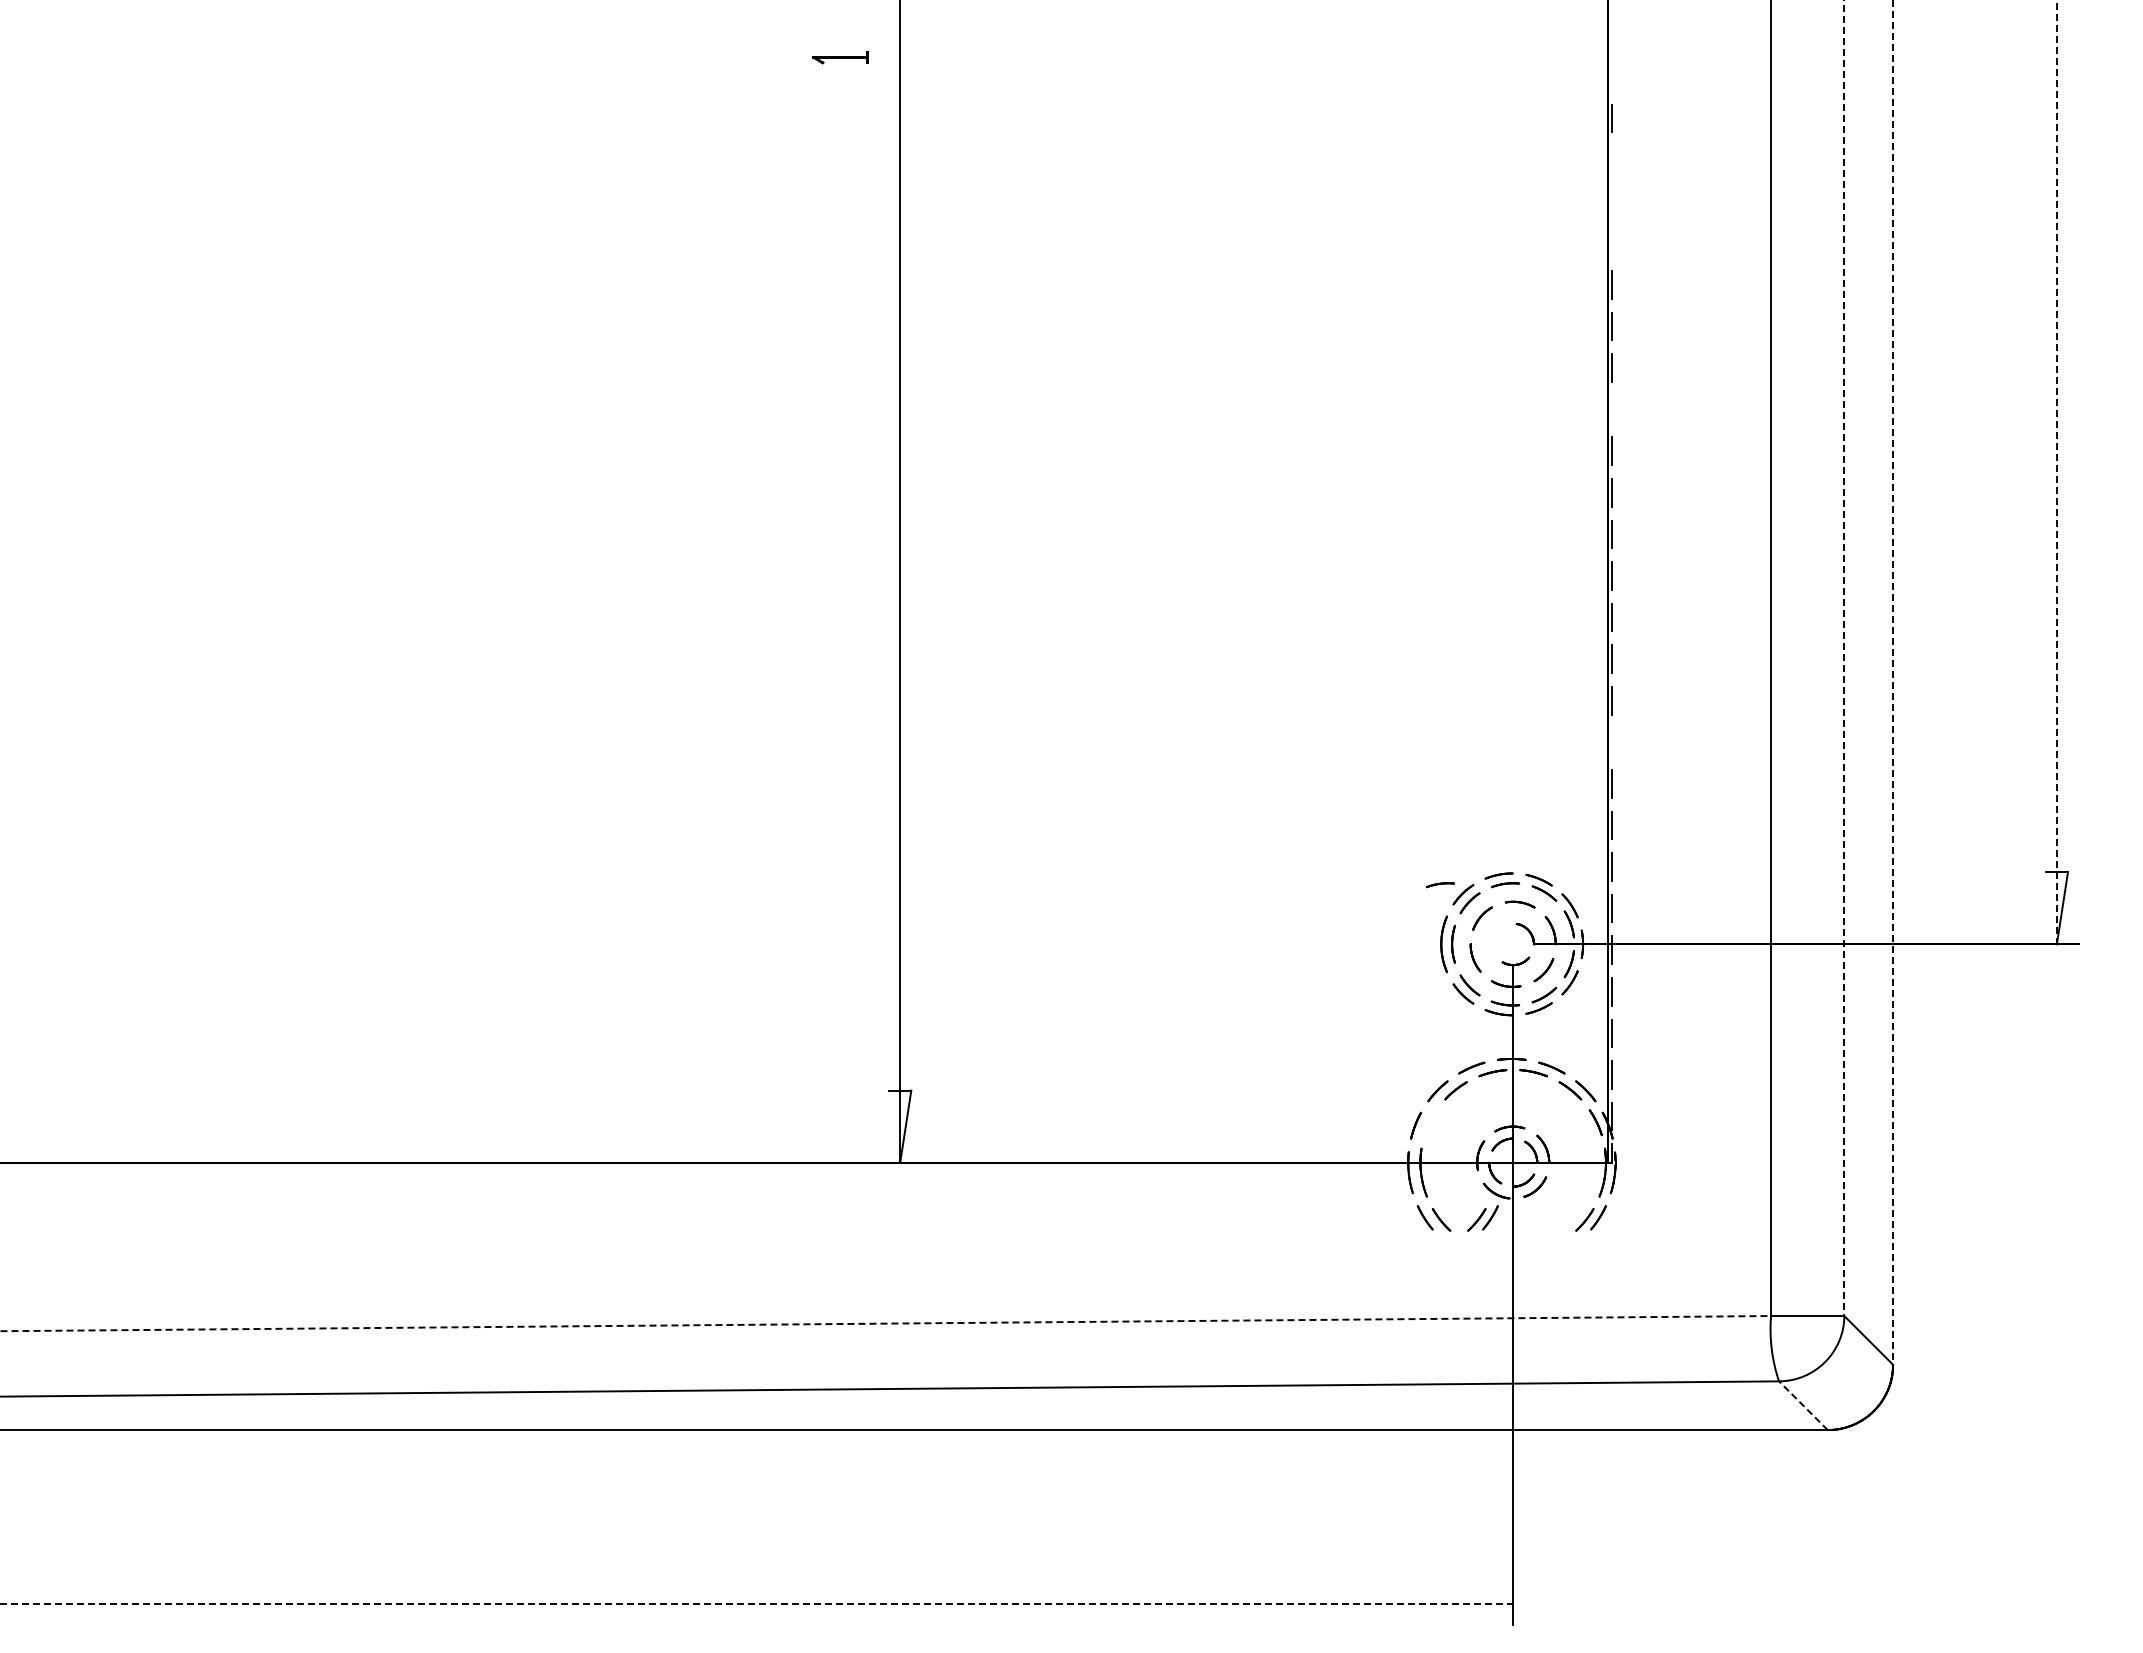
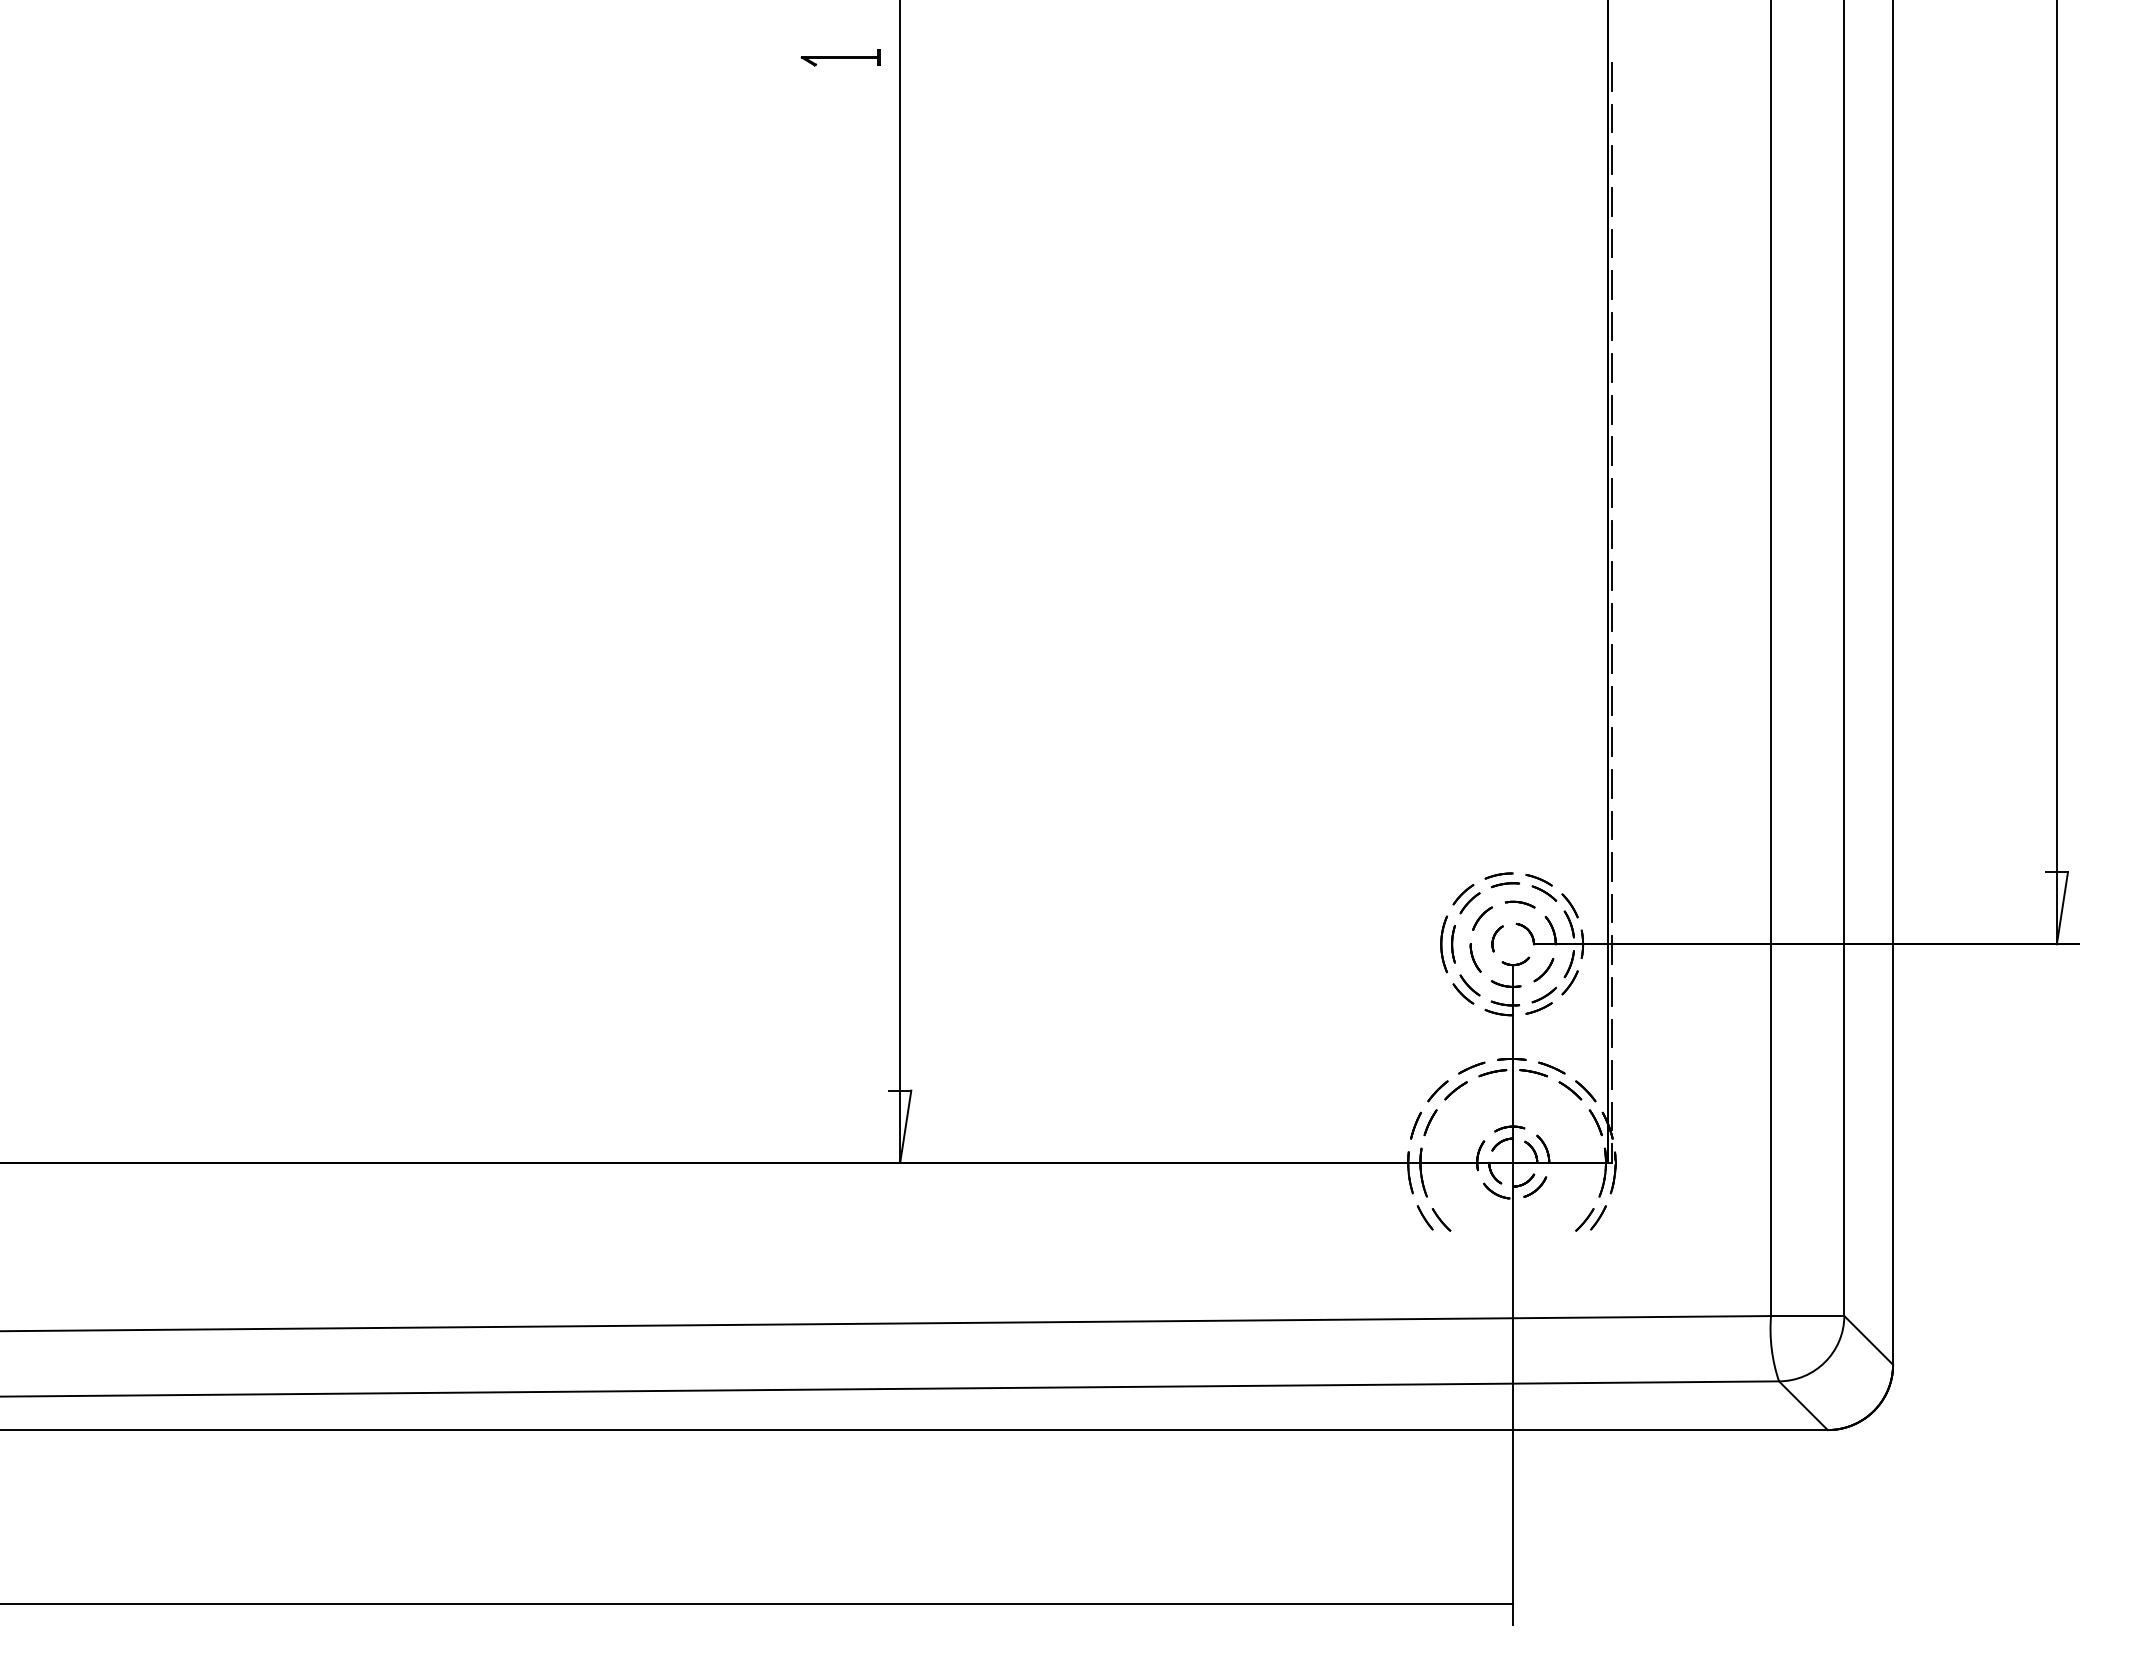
part at (840, 57) size: 57x14 px -> 81x18 px
line at (1611, 76): none -> present
line at (1611, 160): none -> present
line at (1611, 201): none -> present
line at (1611, 243): none -> present
line at (1611, 409): none -> present
line at (2056, 472): dashed -> solid
line at (1844, 658): dashed -> solid
line at (1893, 682): dashed -> solid
line at (1611, 742): none -> present
part at (1439, 885): present -> none
part at (1497, 938): none -> present
line at (1430, 1122): none -> present
part at (1482, 1218): present -> none
line at (886, 1323): dashed -> solid
line at (1803, 1405): dashed -> solid
line at (757, 1603): dashed -> solid
